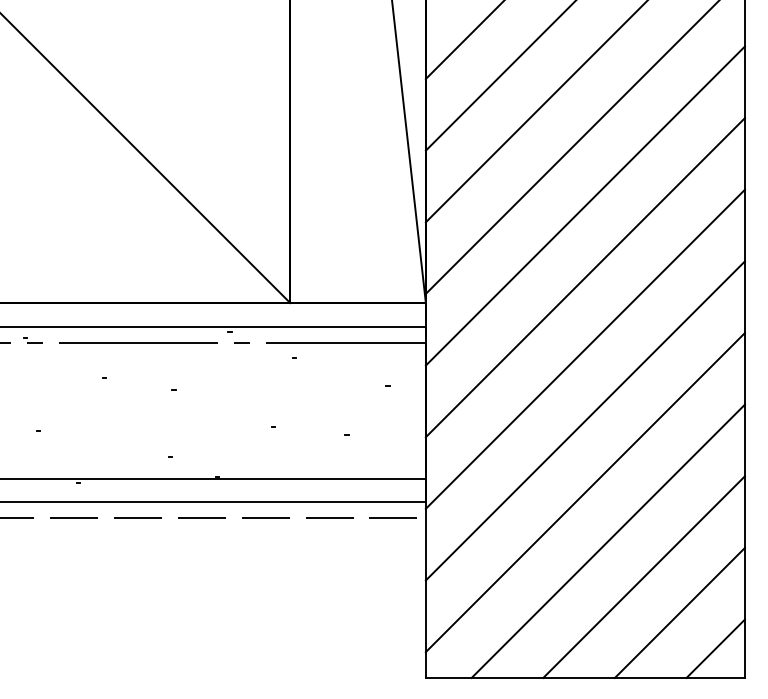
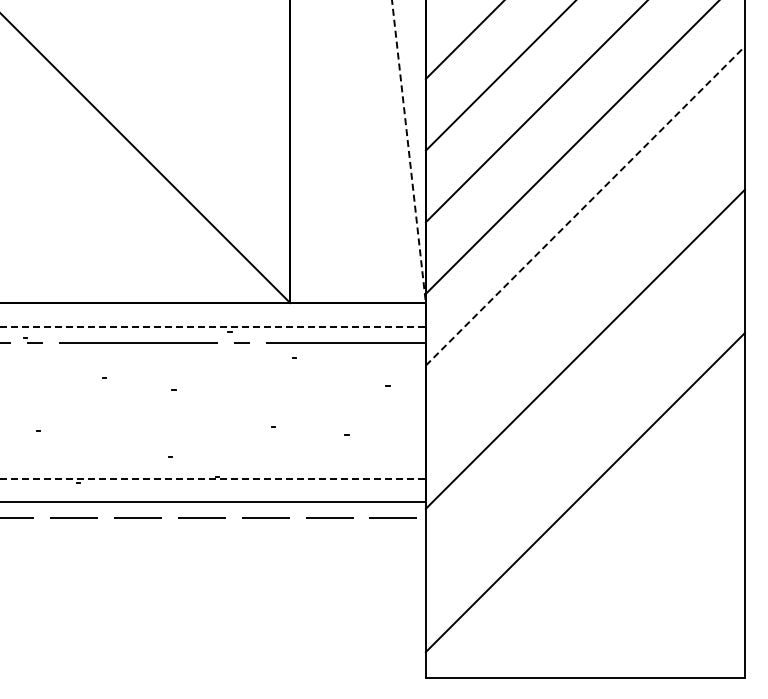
line at (409, 152): solid -> dashed
line at (585, 206): solid -> dashed
line at (584, 277): present -> none
line at (213, 326): solid -> dashed
line at (584, 420): present -> none
line at (213, 478): solid -> dashed
line at (607, 540): present -> none
line at (643, 576): present -> none
line at (679, 612): present -> none
line at (715, 648): present -> none
